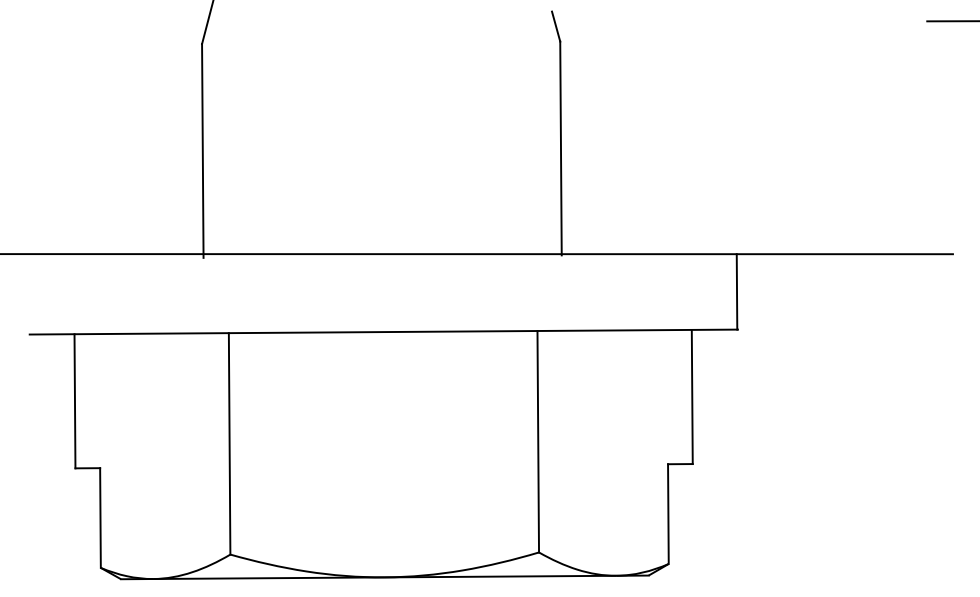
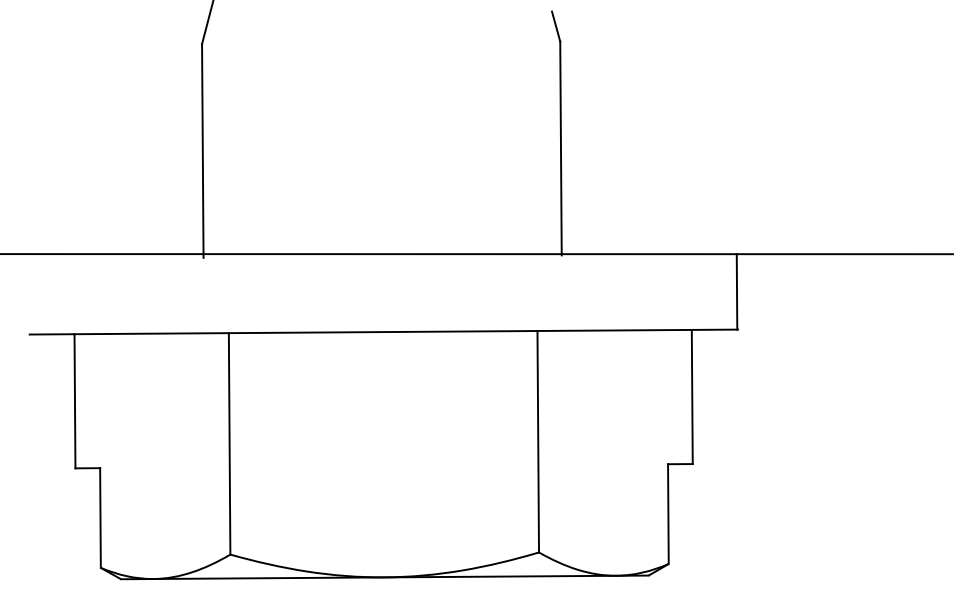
line at (951, 21): present -> none
